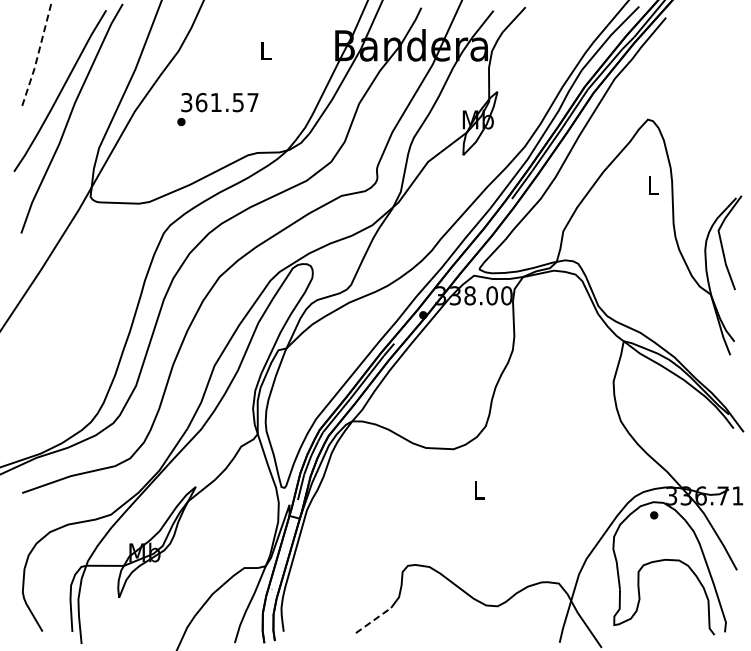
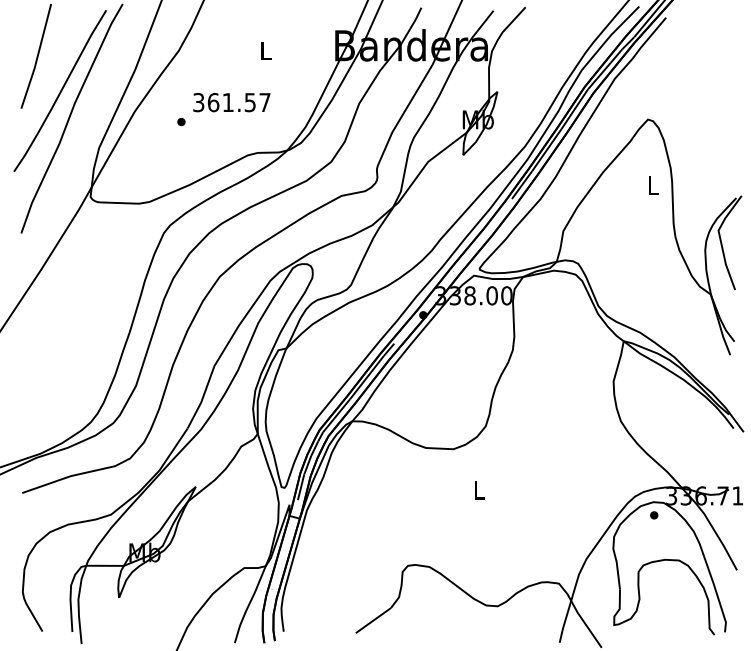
line at (37, 57): dashed -> solid
text at (219, 102) position: (219, 102) -> (231, 102)
line at (373, 620): dashed -> solid
